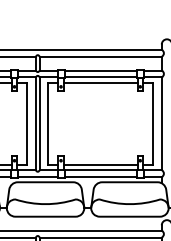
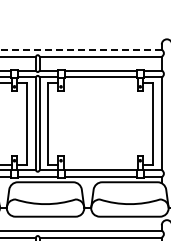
line at (80, 49): solid -> dashed
line at (100, 82): present -> none
line at (100, 165): present -> none
